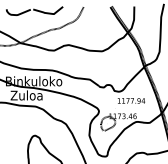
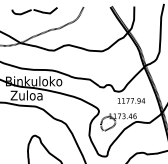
part at (34, 10) size: 58x10 px -> 47x9 px
